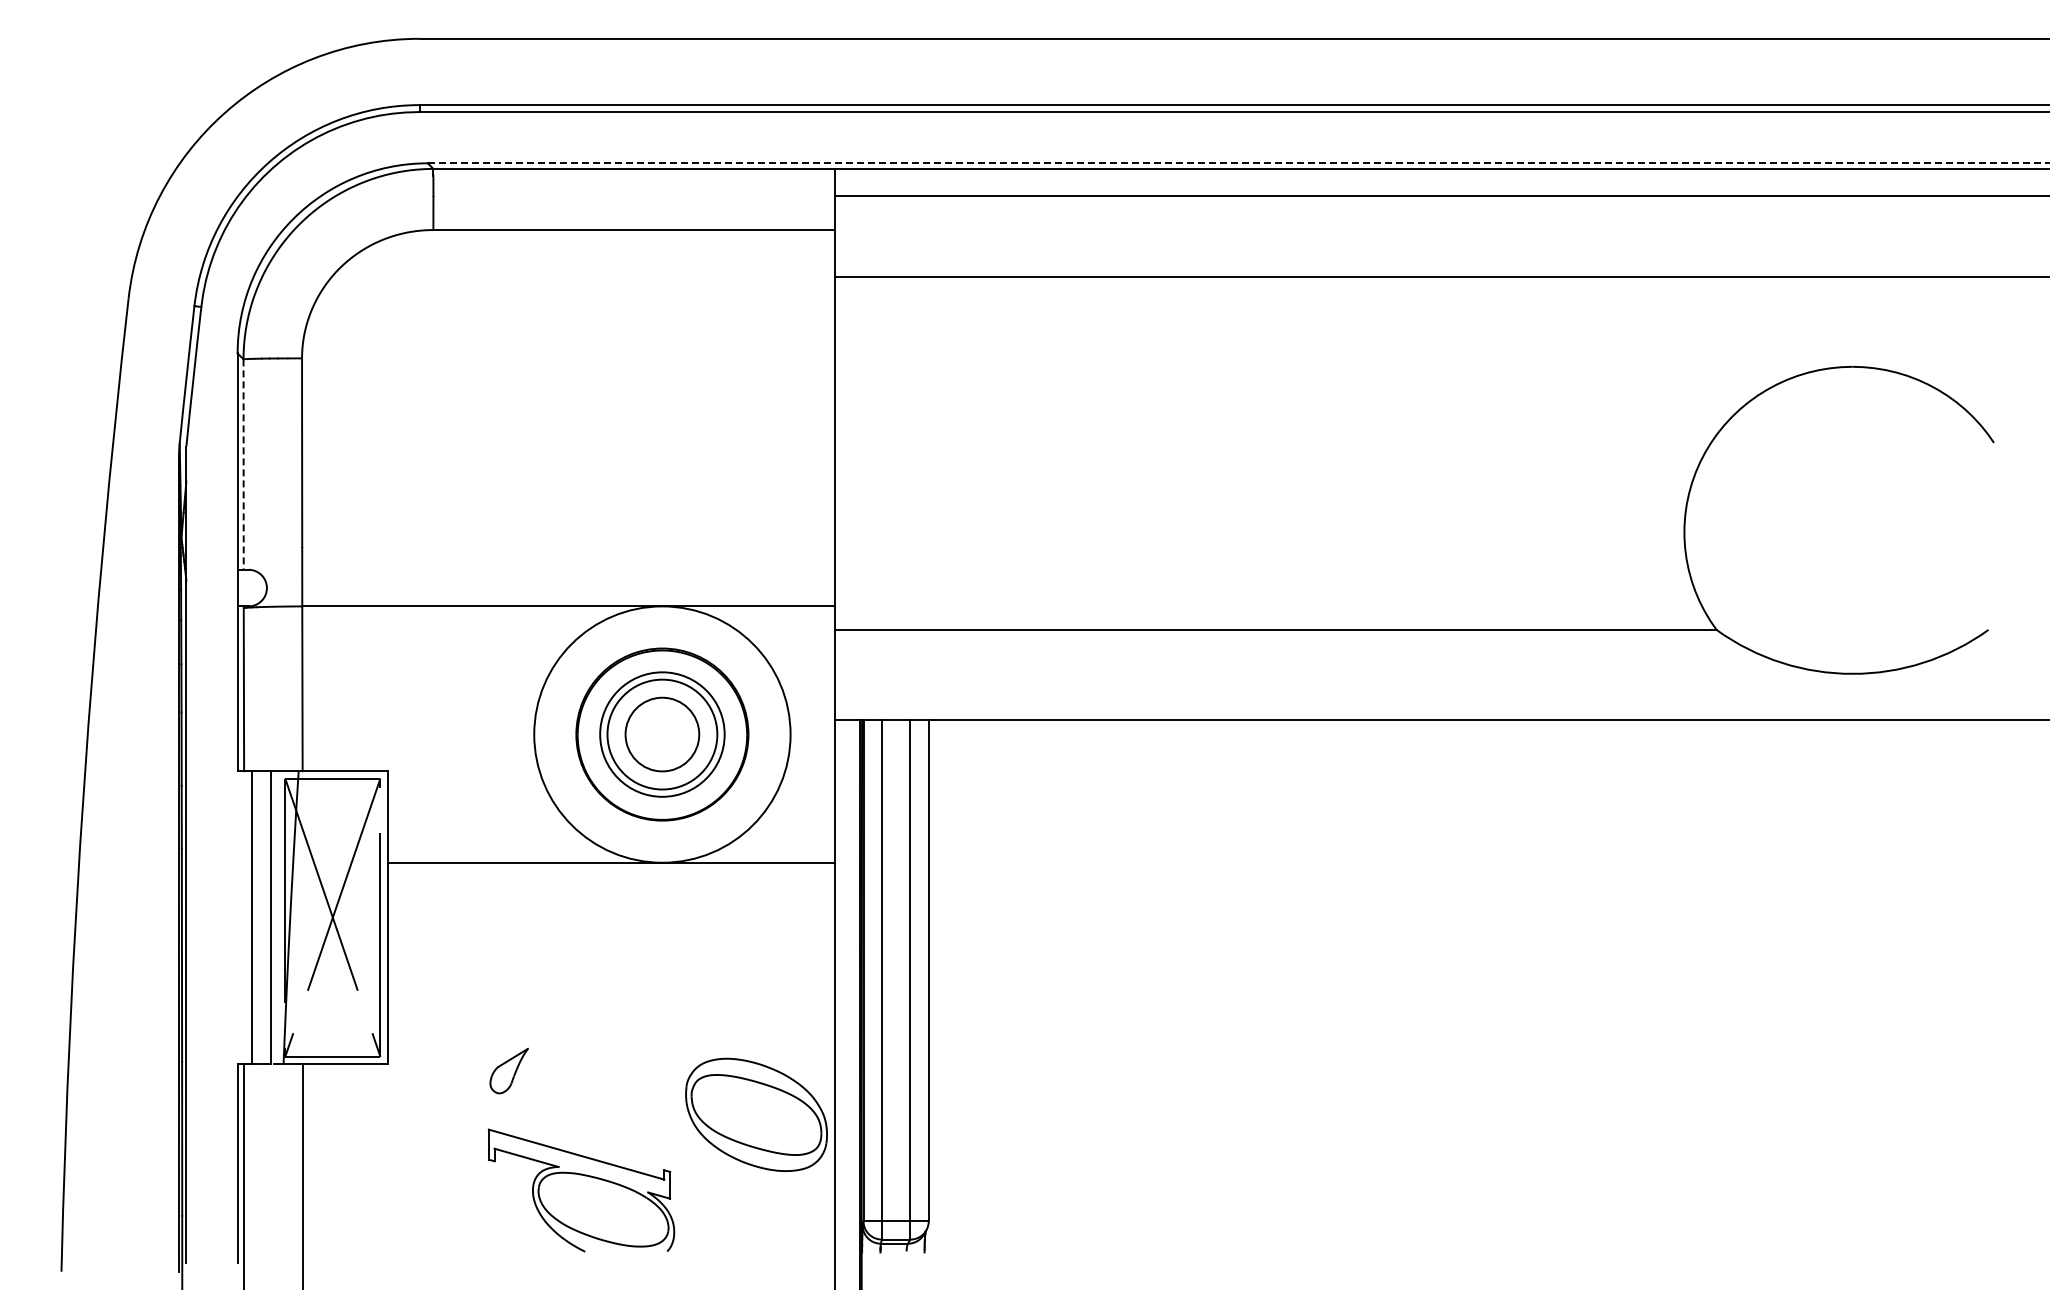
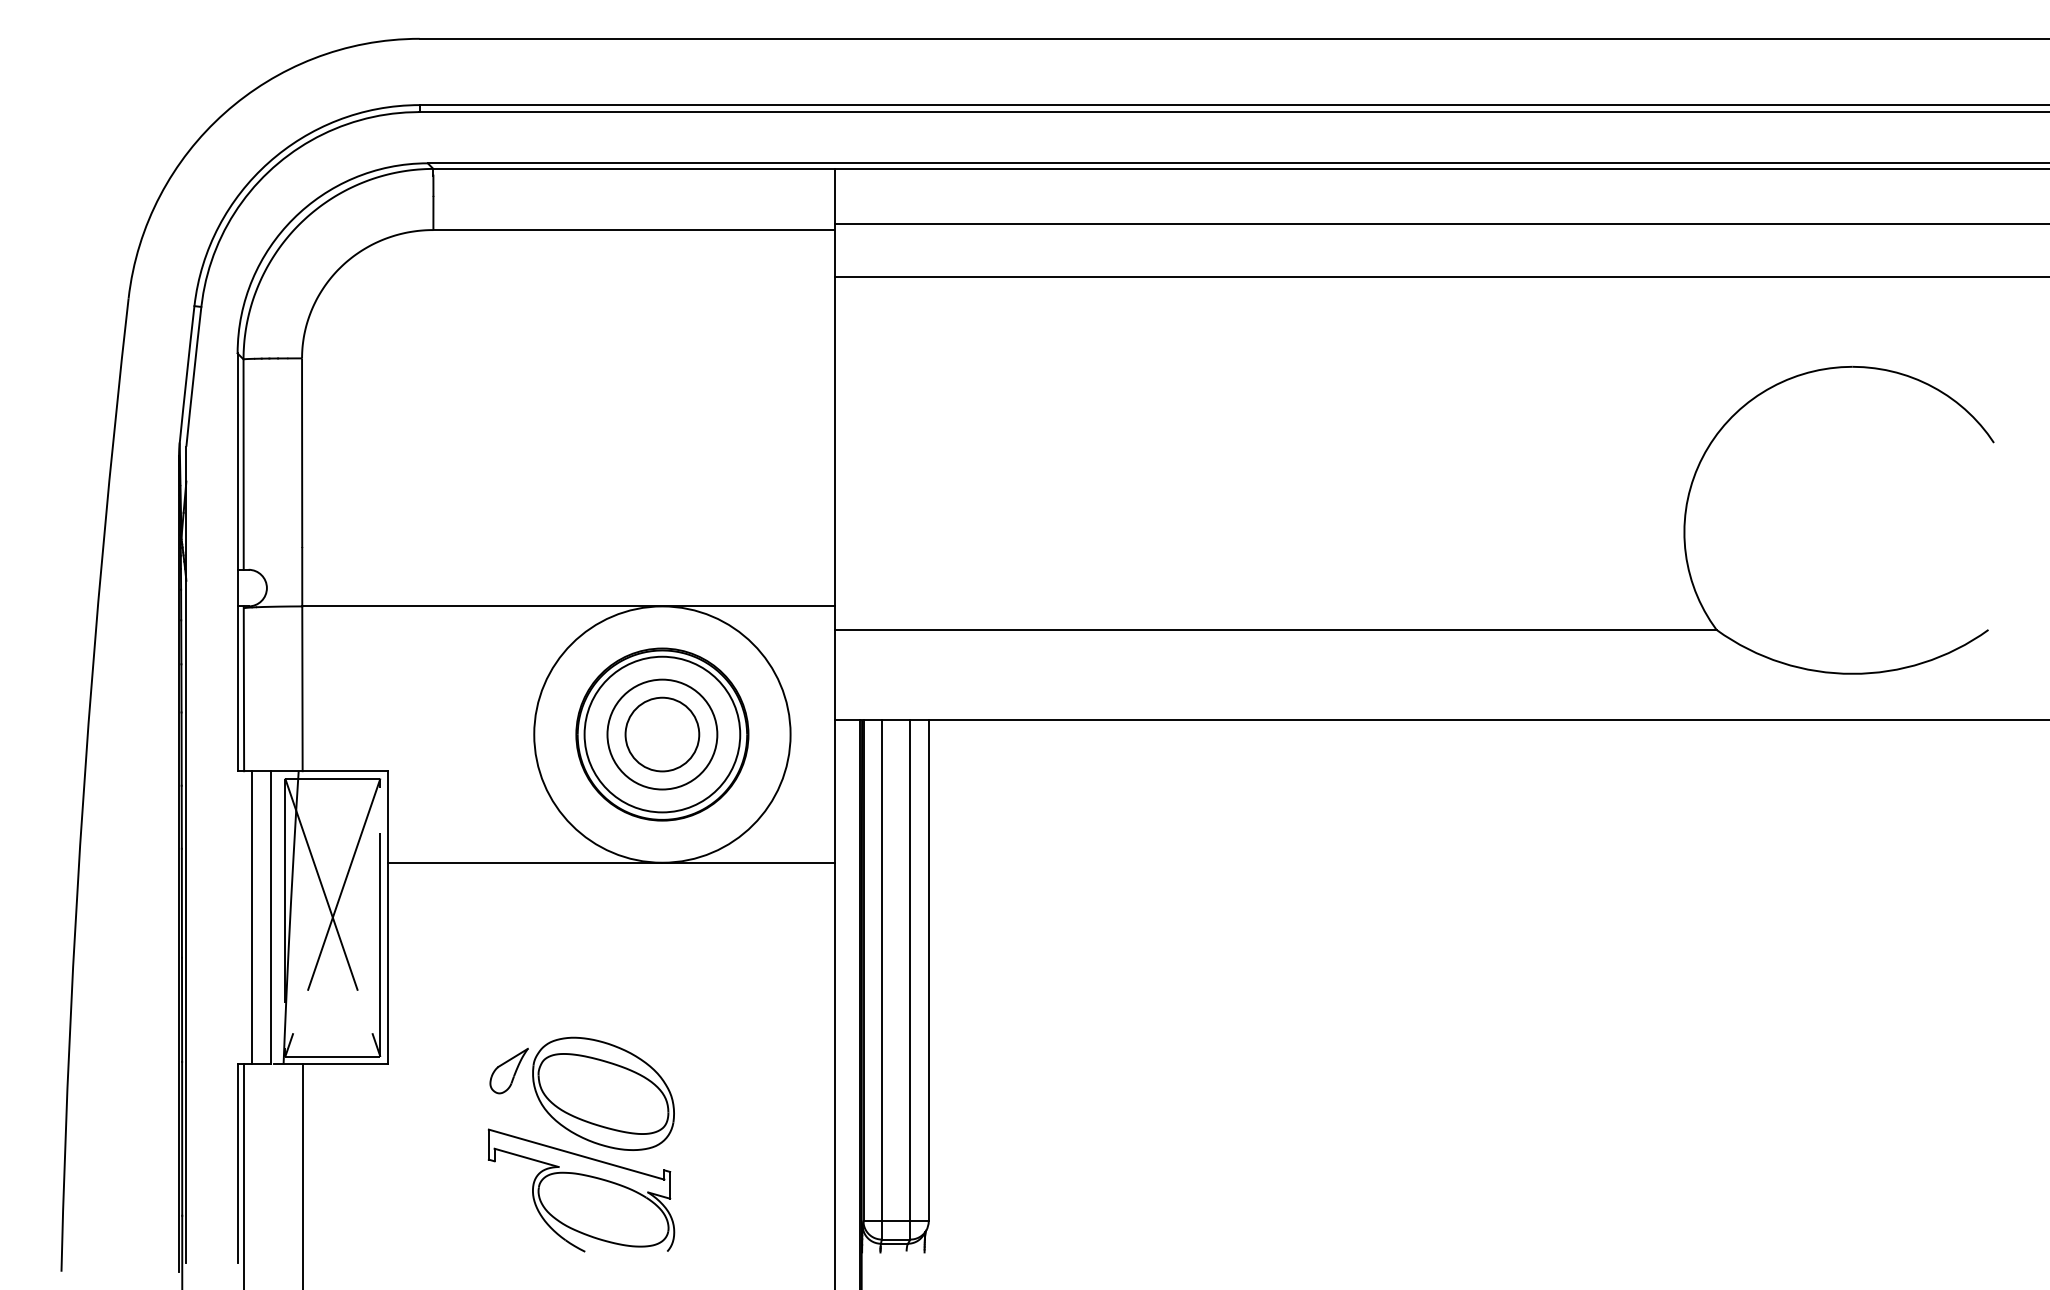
line at (1238, 163): dashed -> solid
line at (1440, 195) position: (1440, 195) -> (1440, 223)
line at (243, 465): dashed -> solid
circle at (662, 734) diameter: 125 px -> 156 px
part at (756, 1114) position: (756, 1114) -> (603, 1093)
